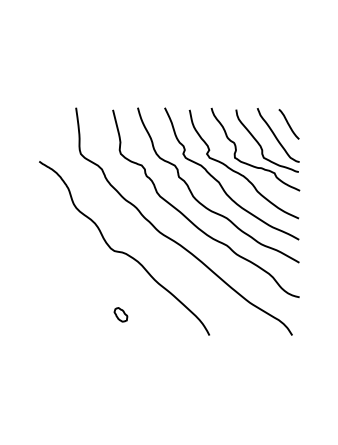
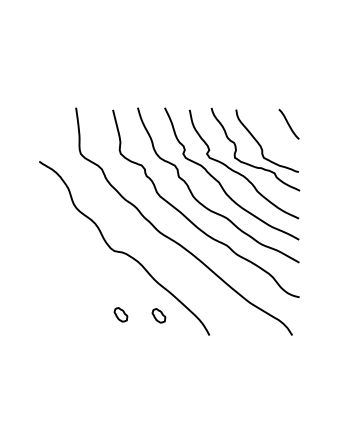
curve at (276, 136): present -> none
part at (158, 315): none -> present
